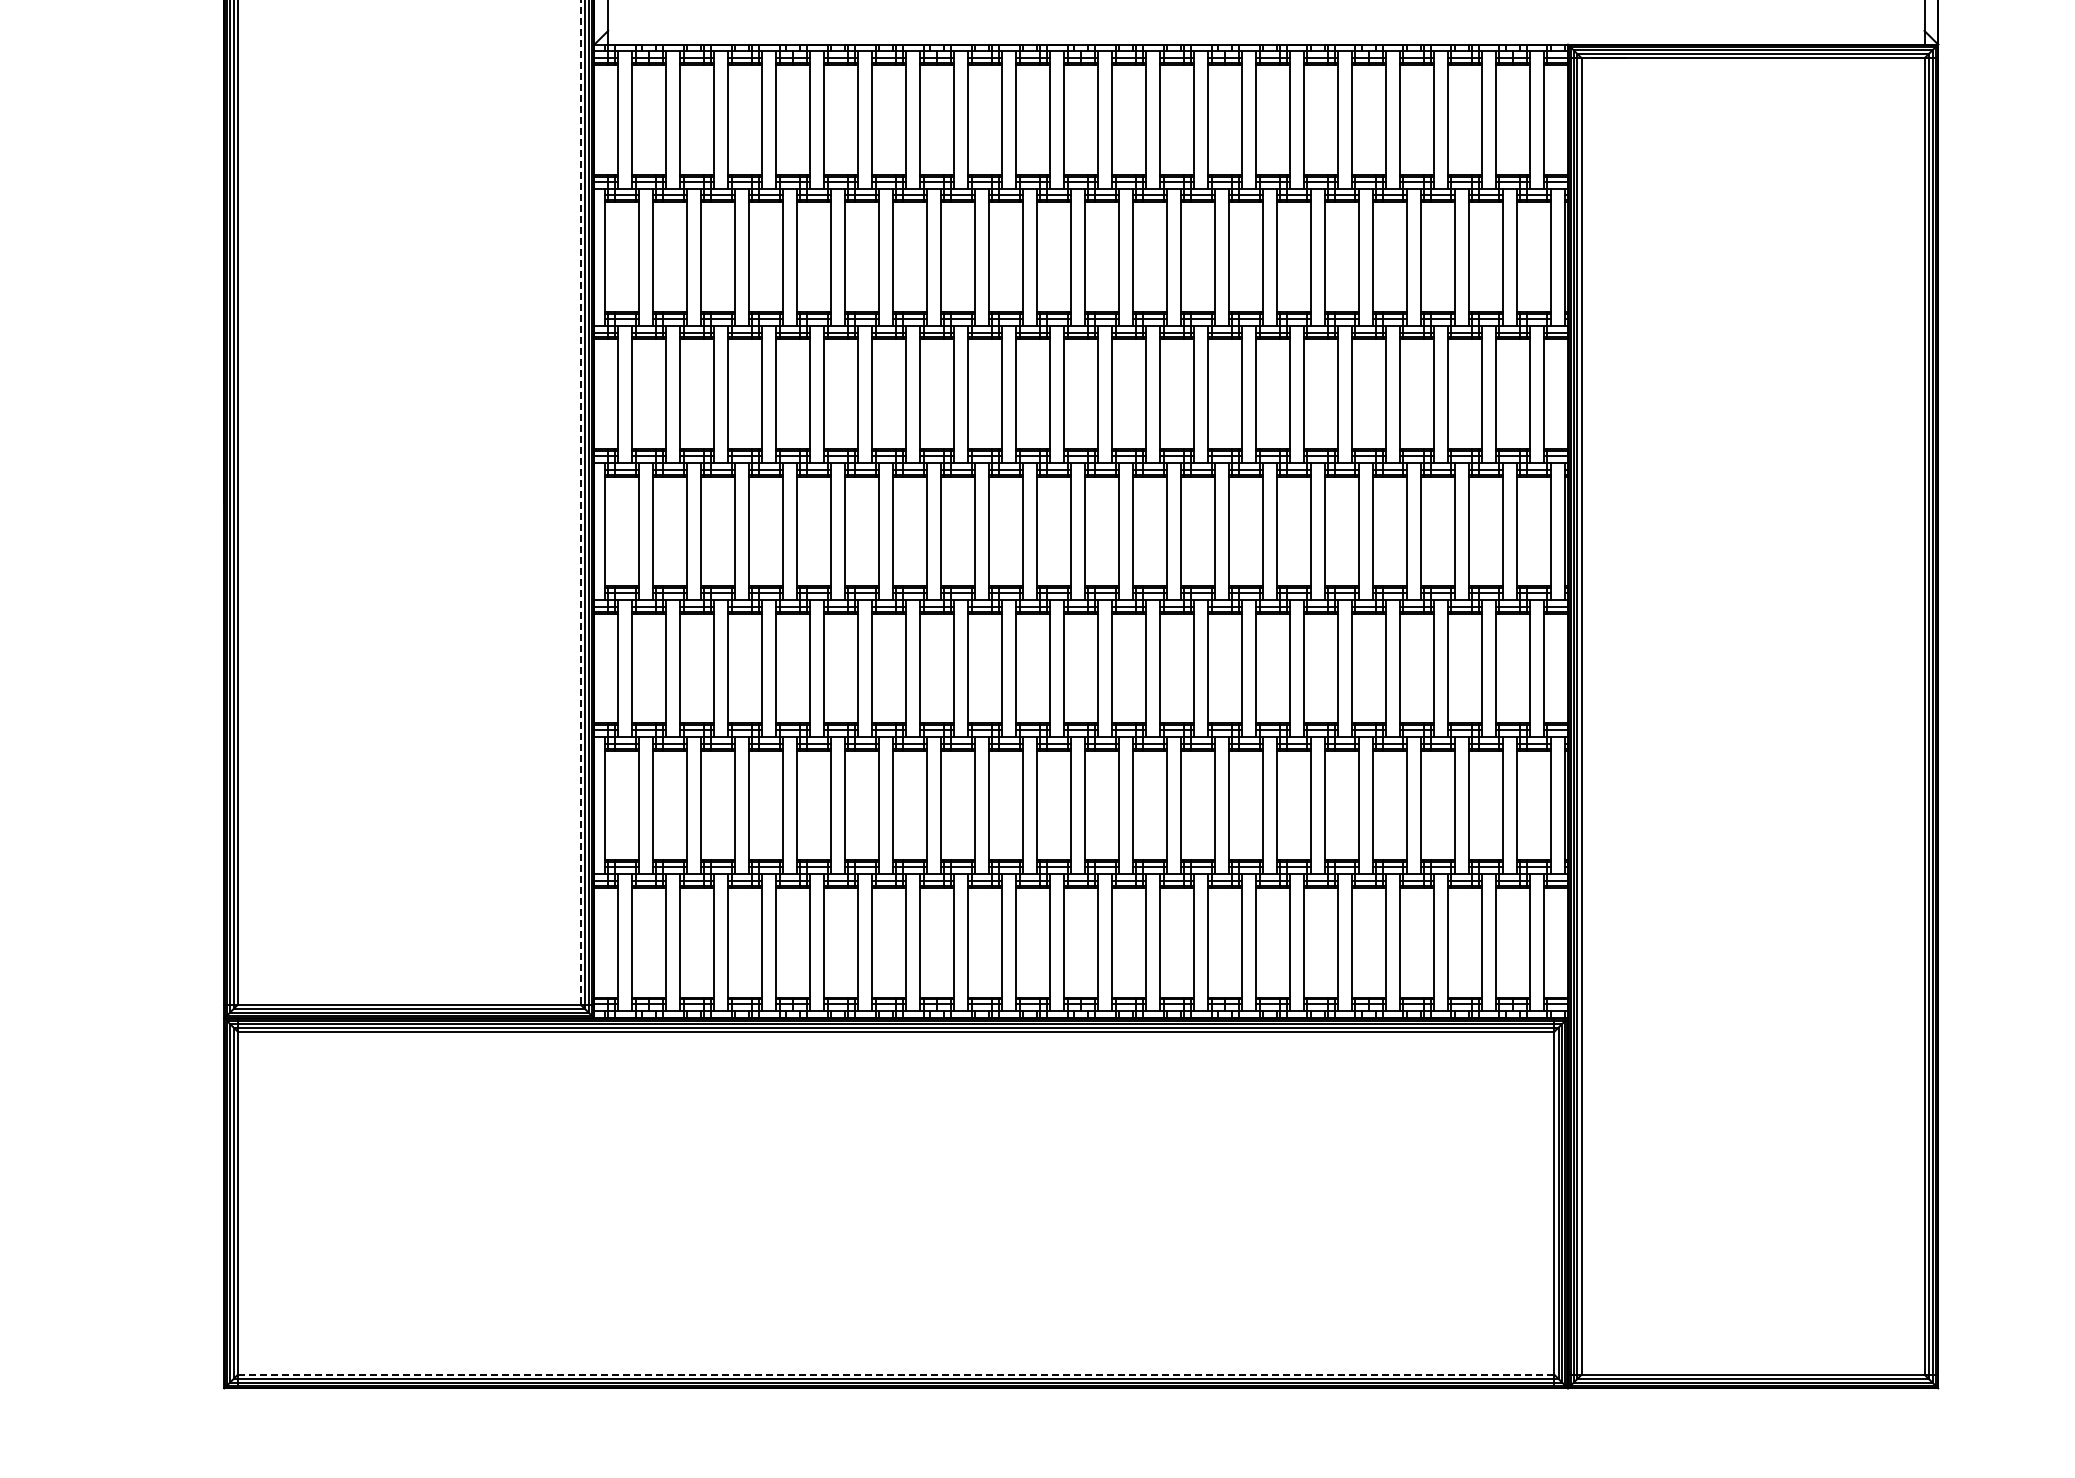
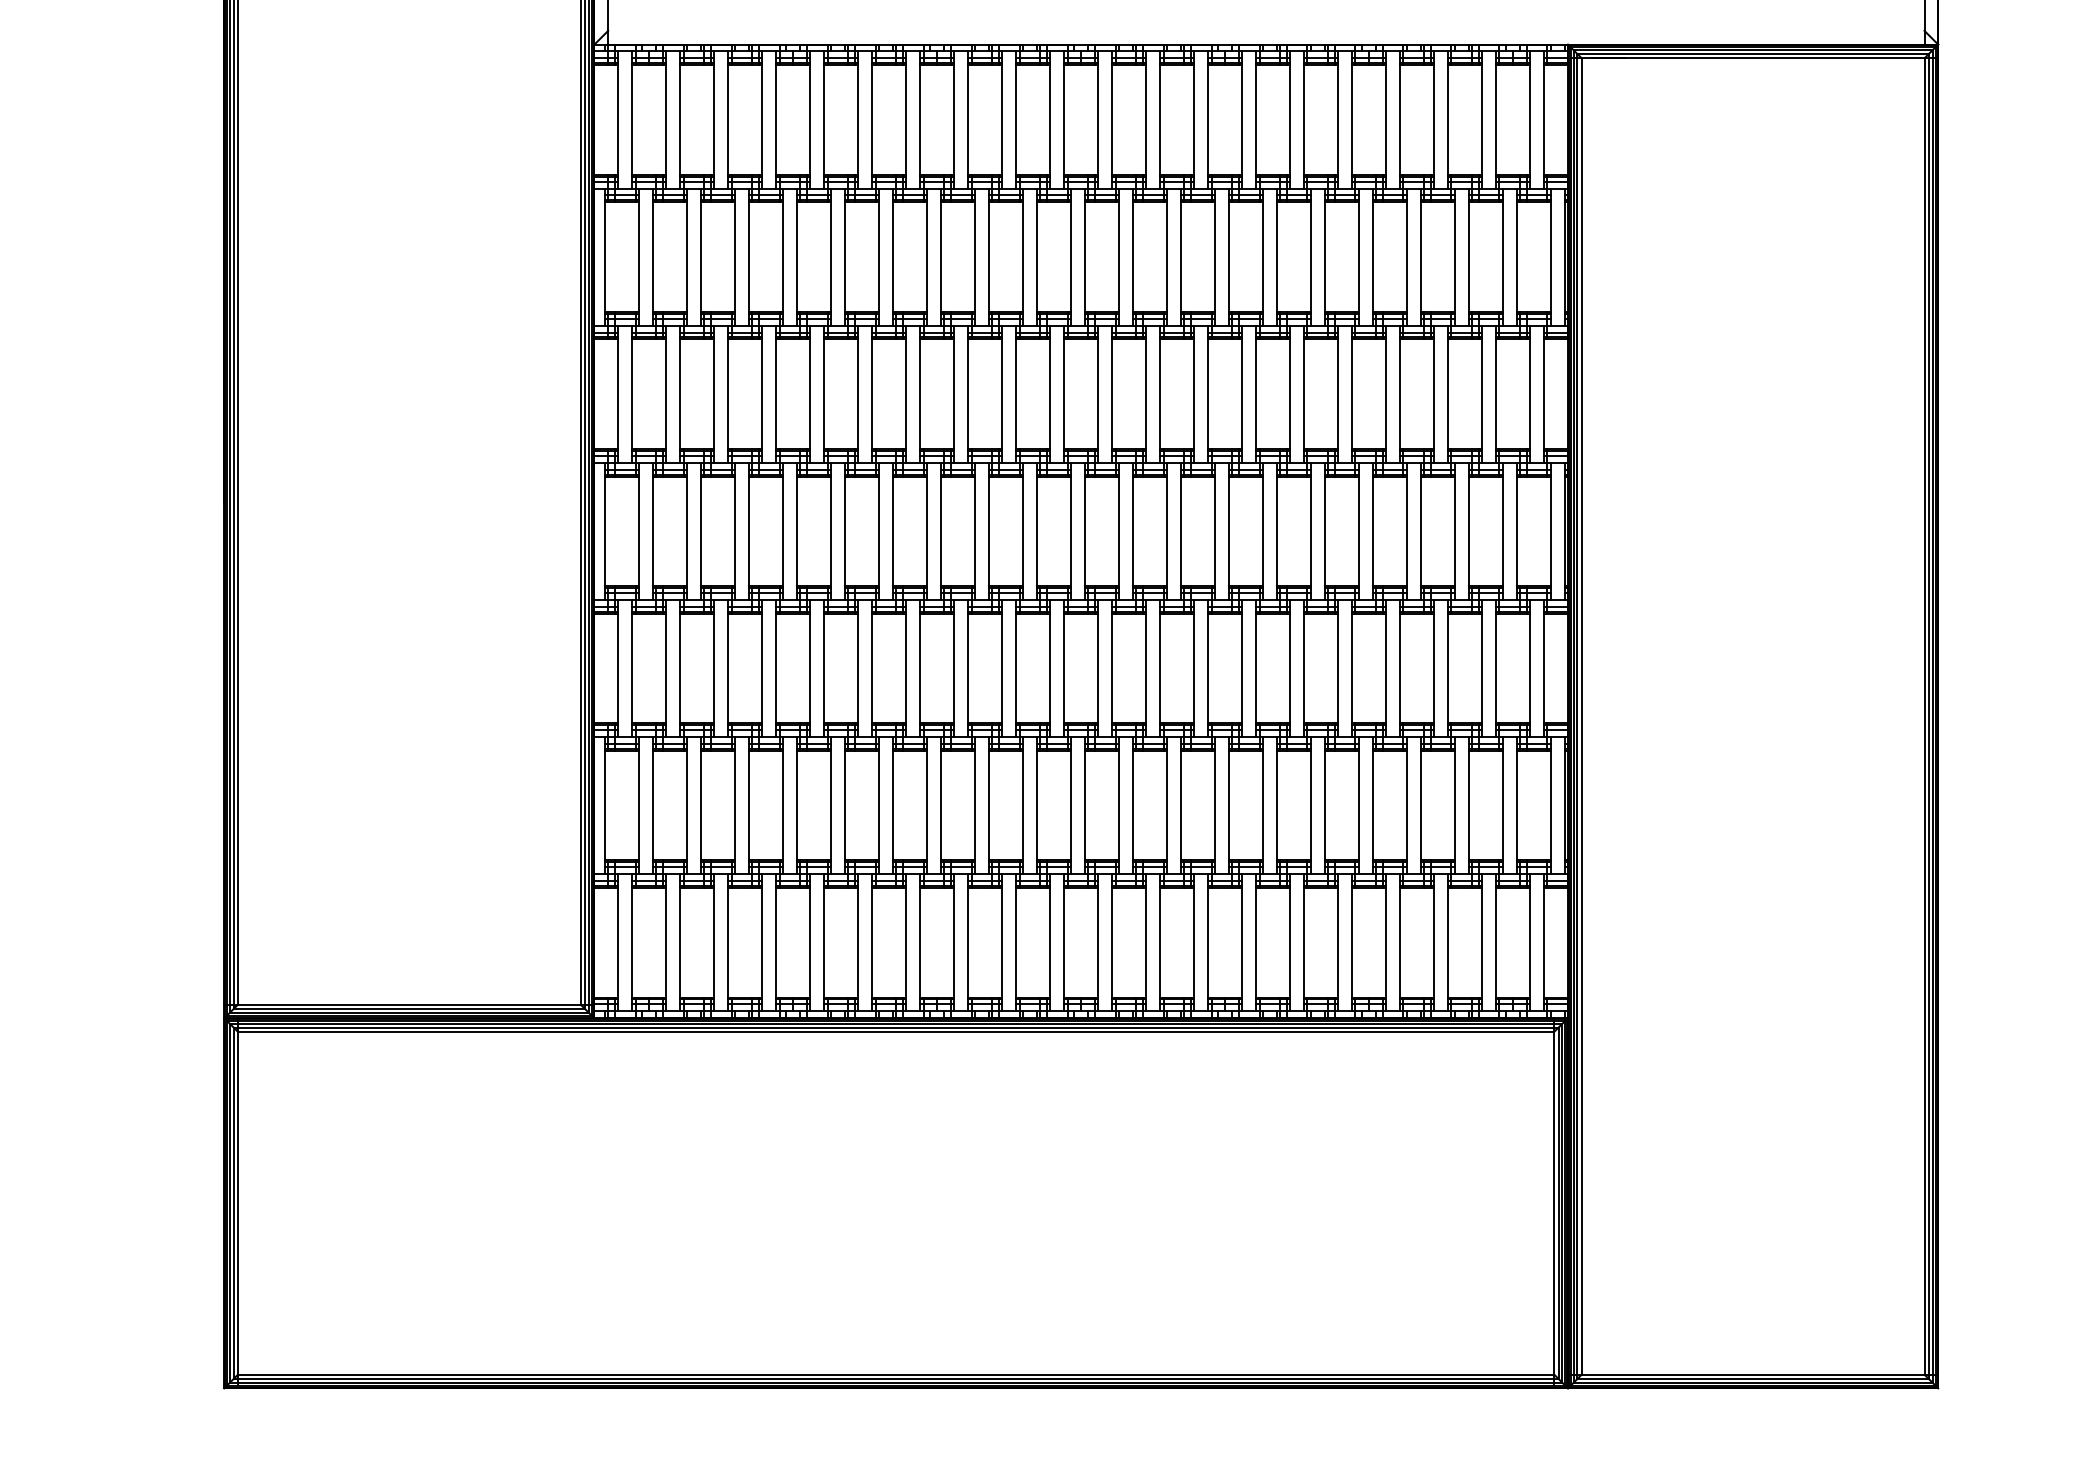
line at (580, 502): dashed -> solid
line at (896, 1374): dashed -> solid
